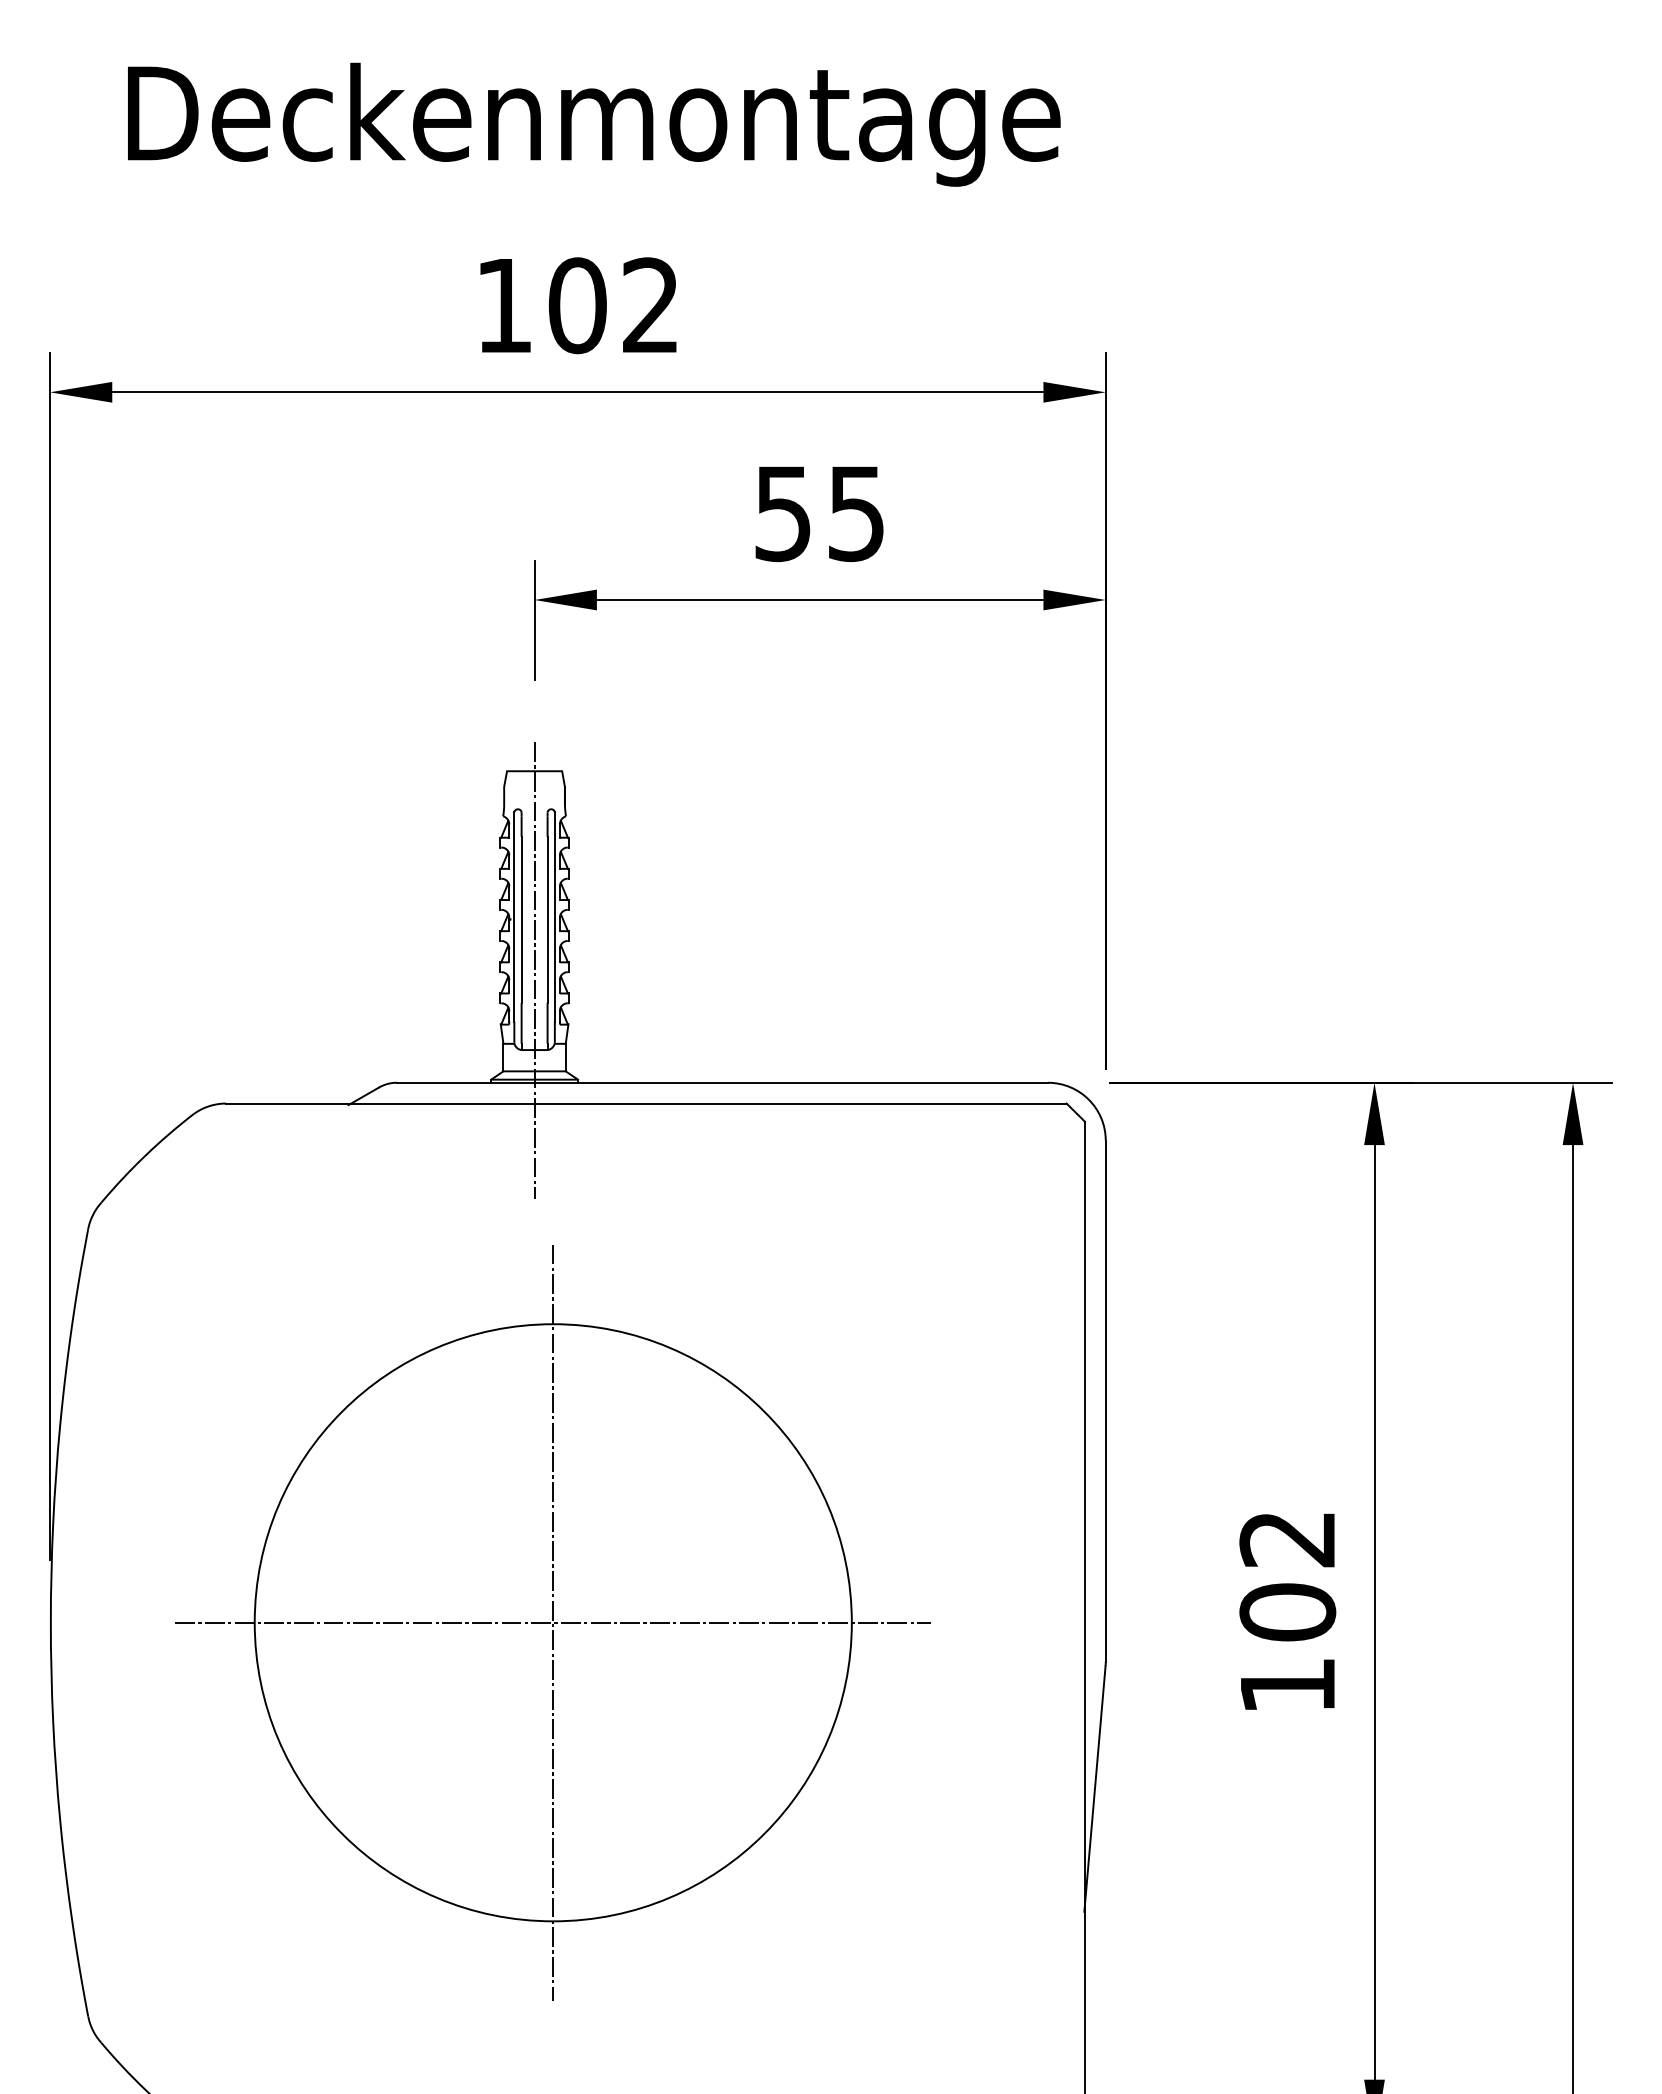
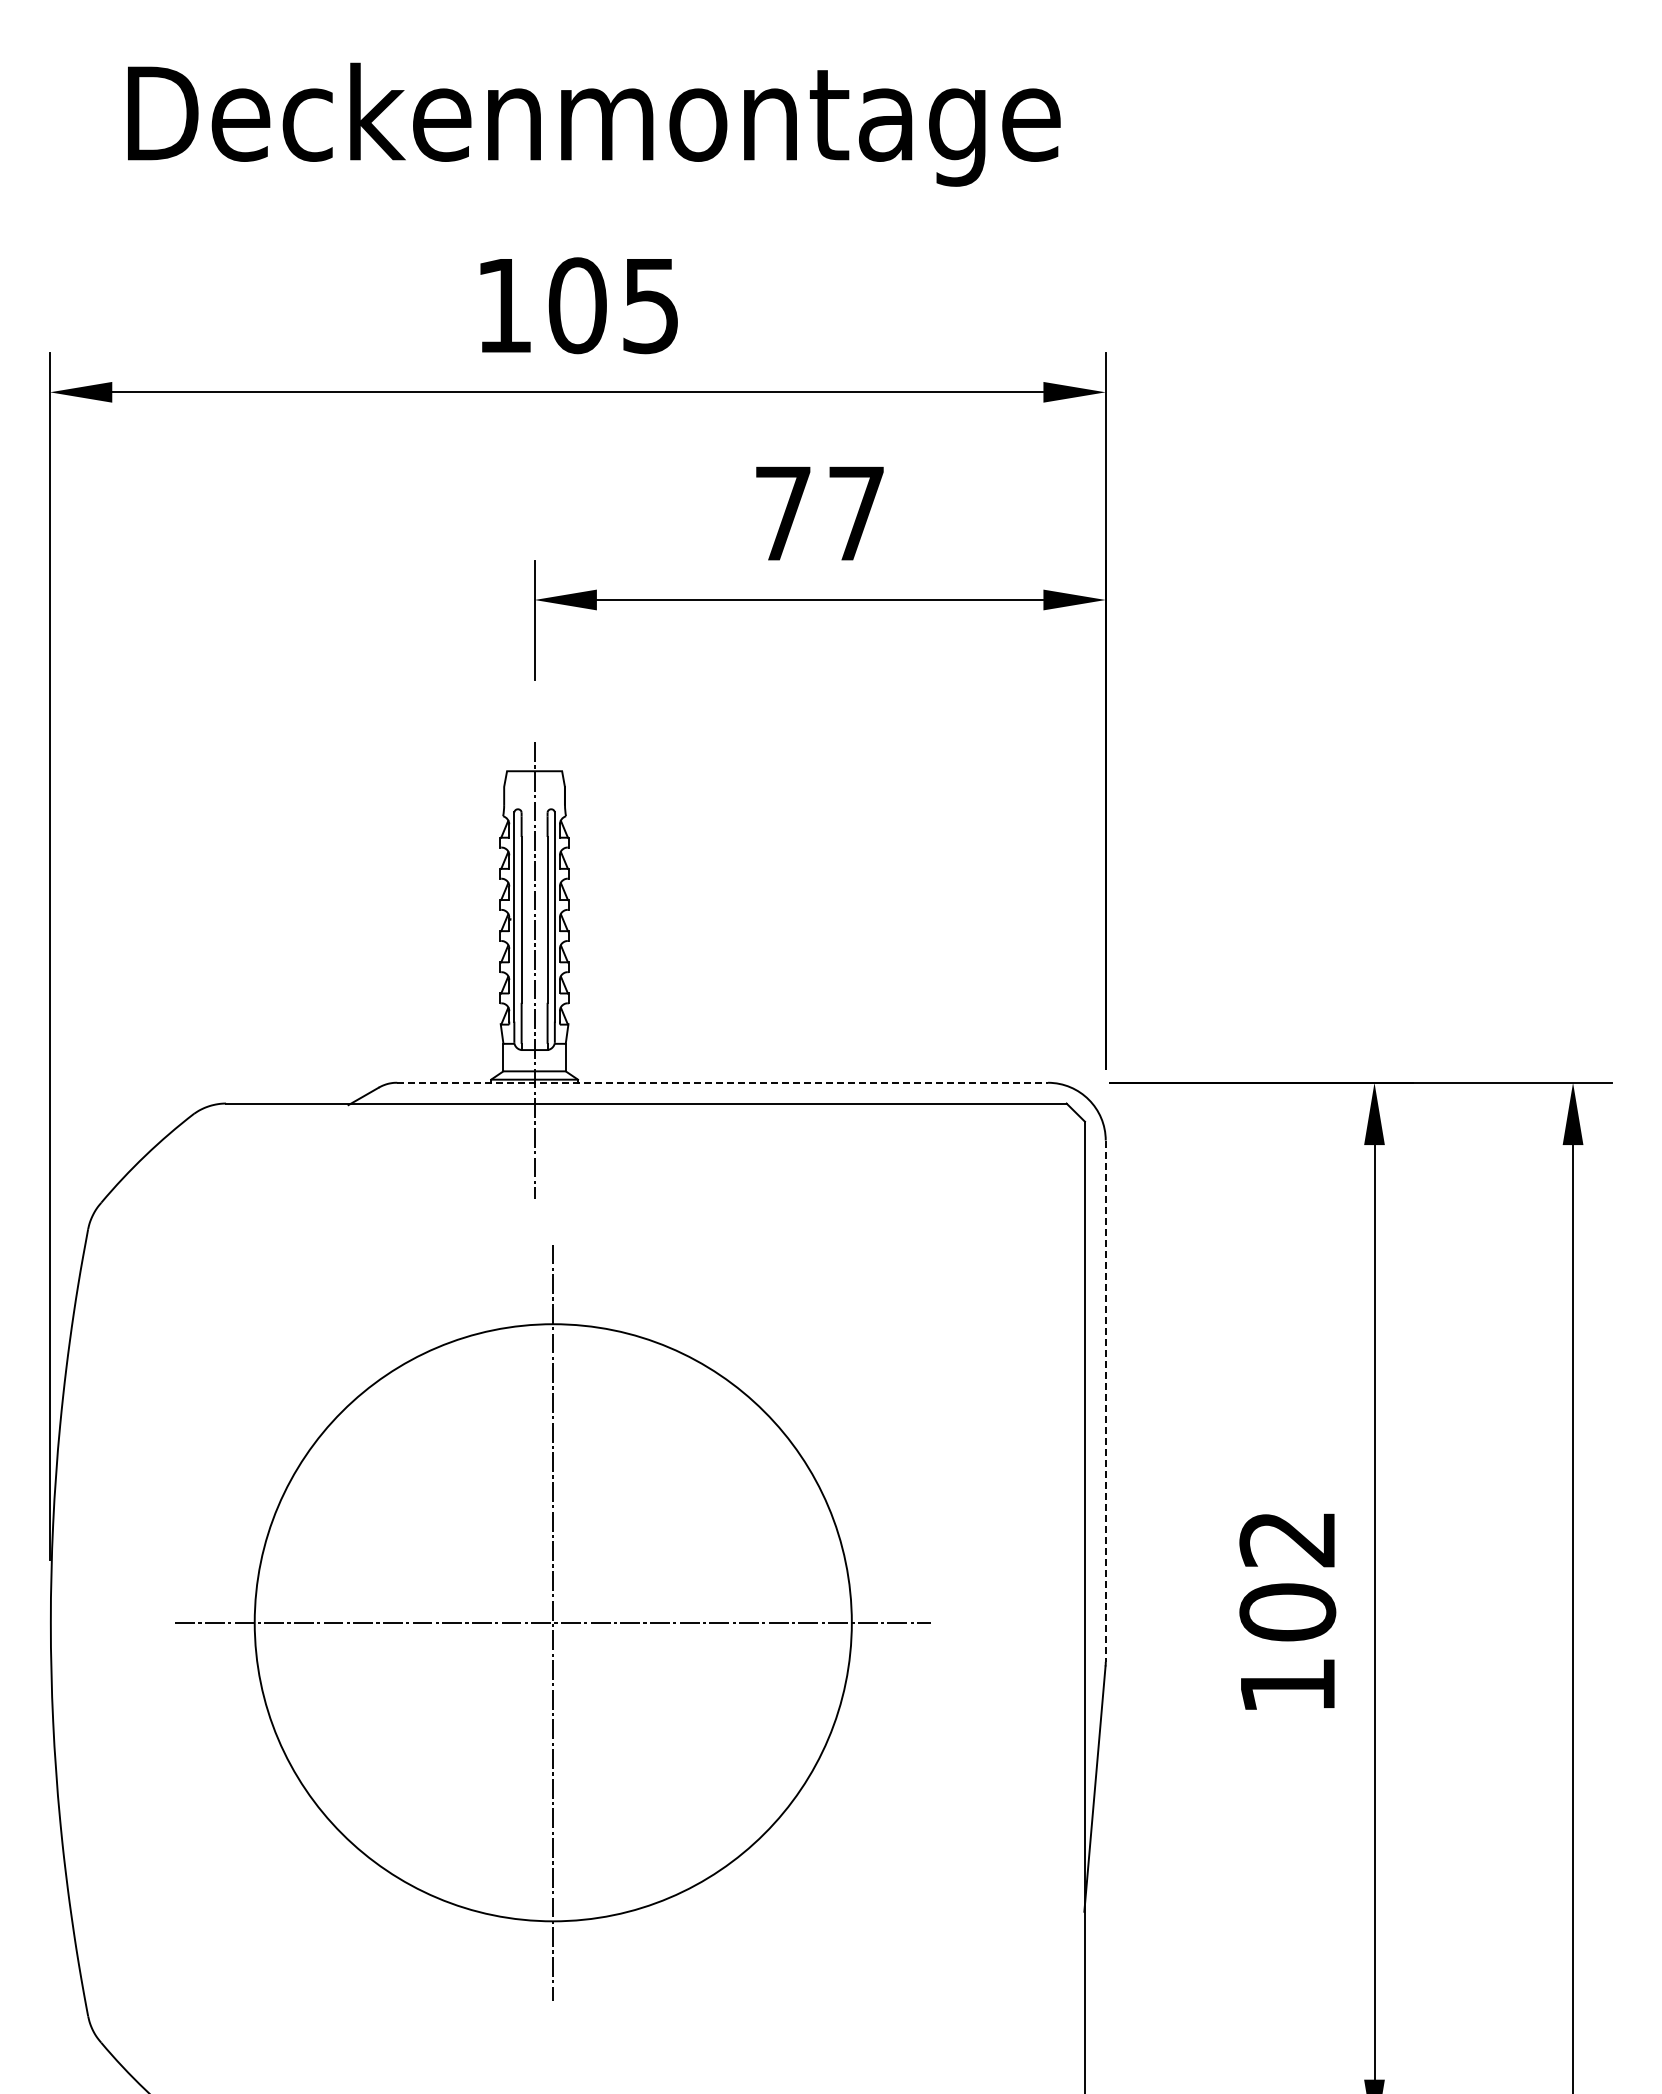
text at (650, 305): 102 -> 105
text at (819, 514): 55 -> 77
line at (723, 1082): solid -> dashed
line at (1105, 1401): solid -> dashed
